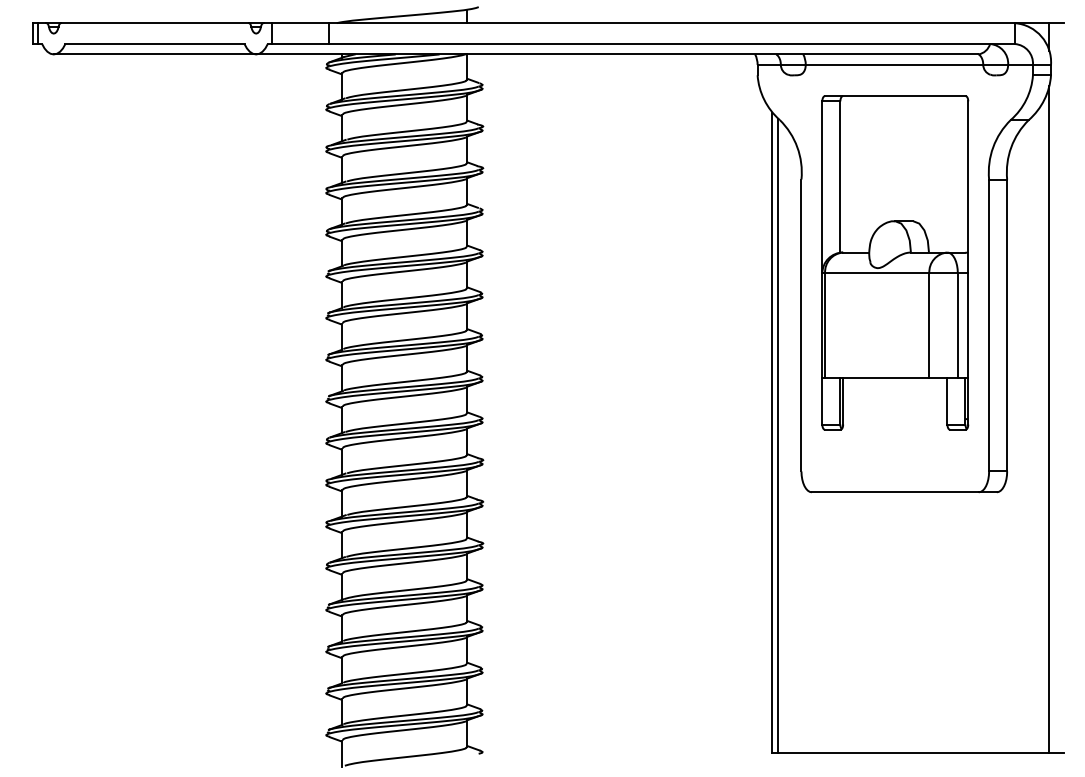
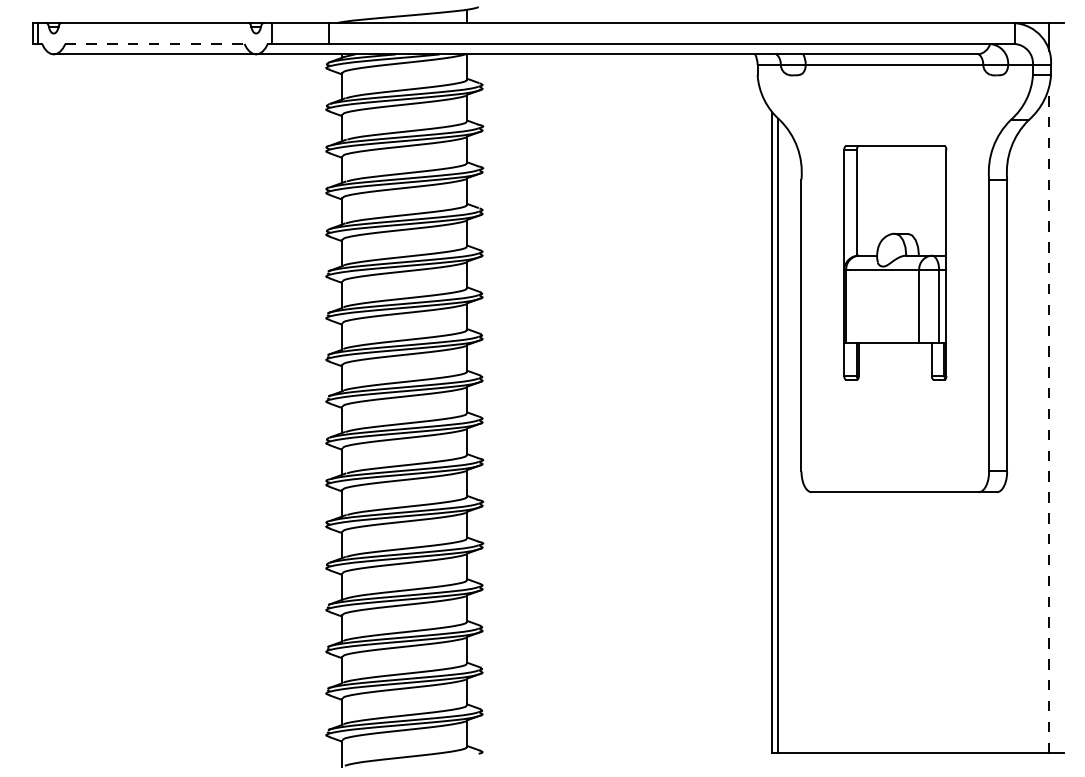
line at (154, 44): solid -> dashed
part at (895, 262) size: 149x336 px -> 105x236 px
line at (1048, 419): solid -> dashed
